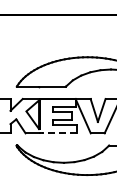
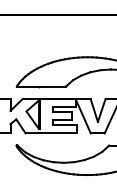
line at (59, 133): dashed -> solid
